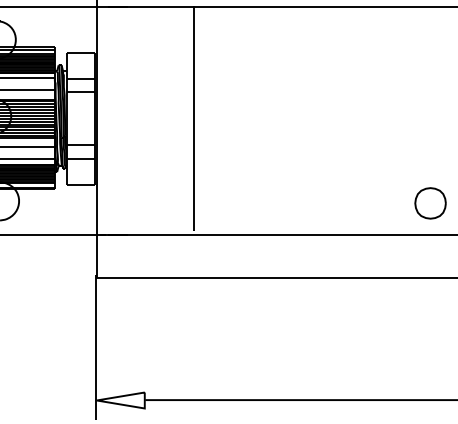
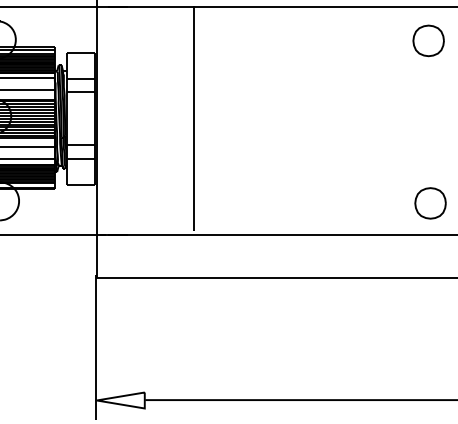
part at (428, 40): none -> present
